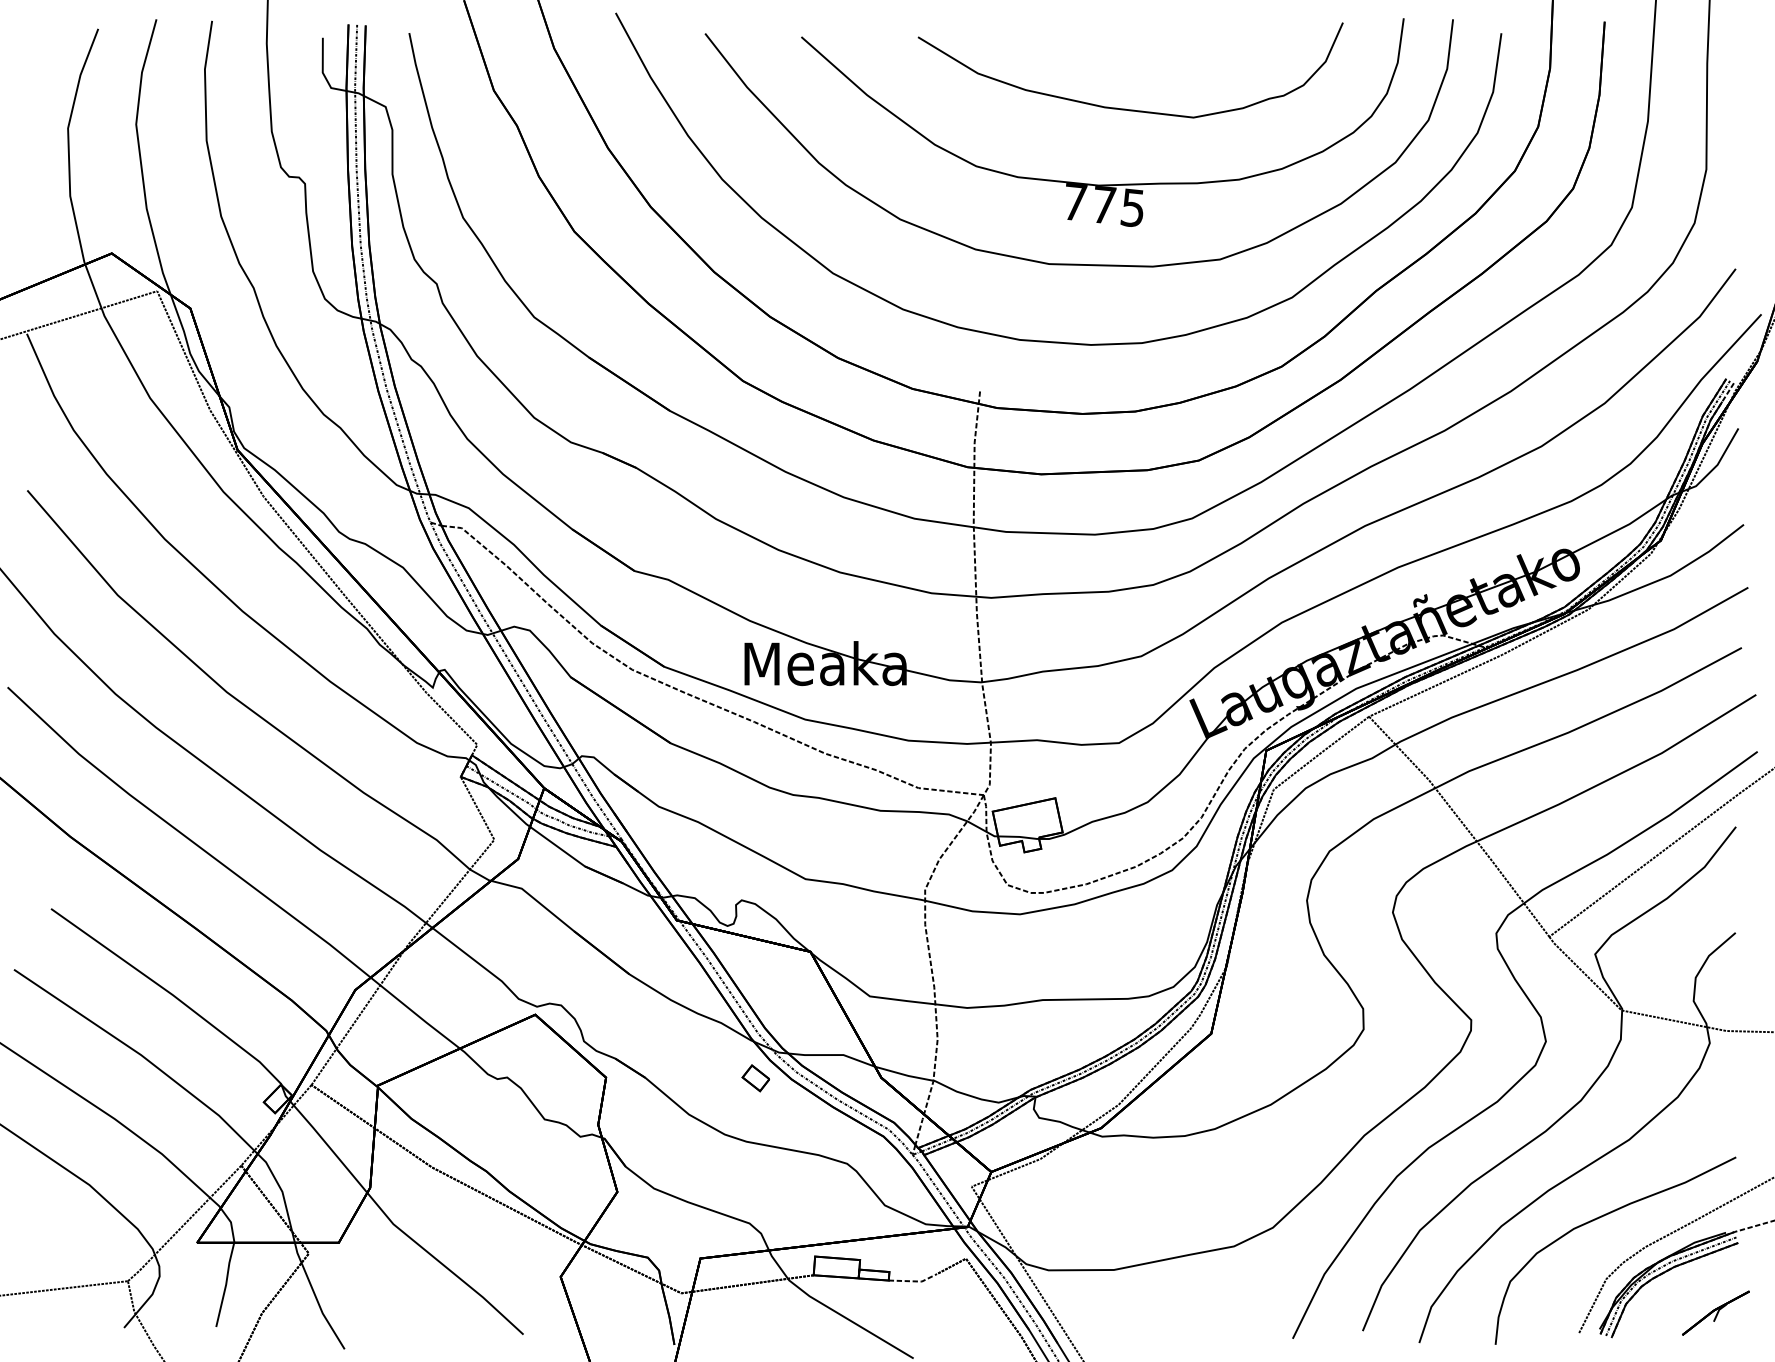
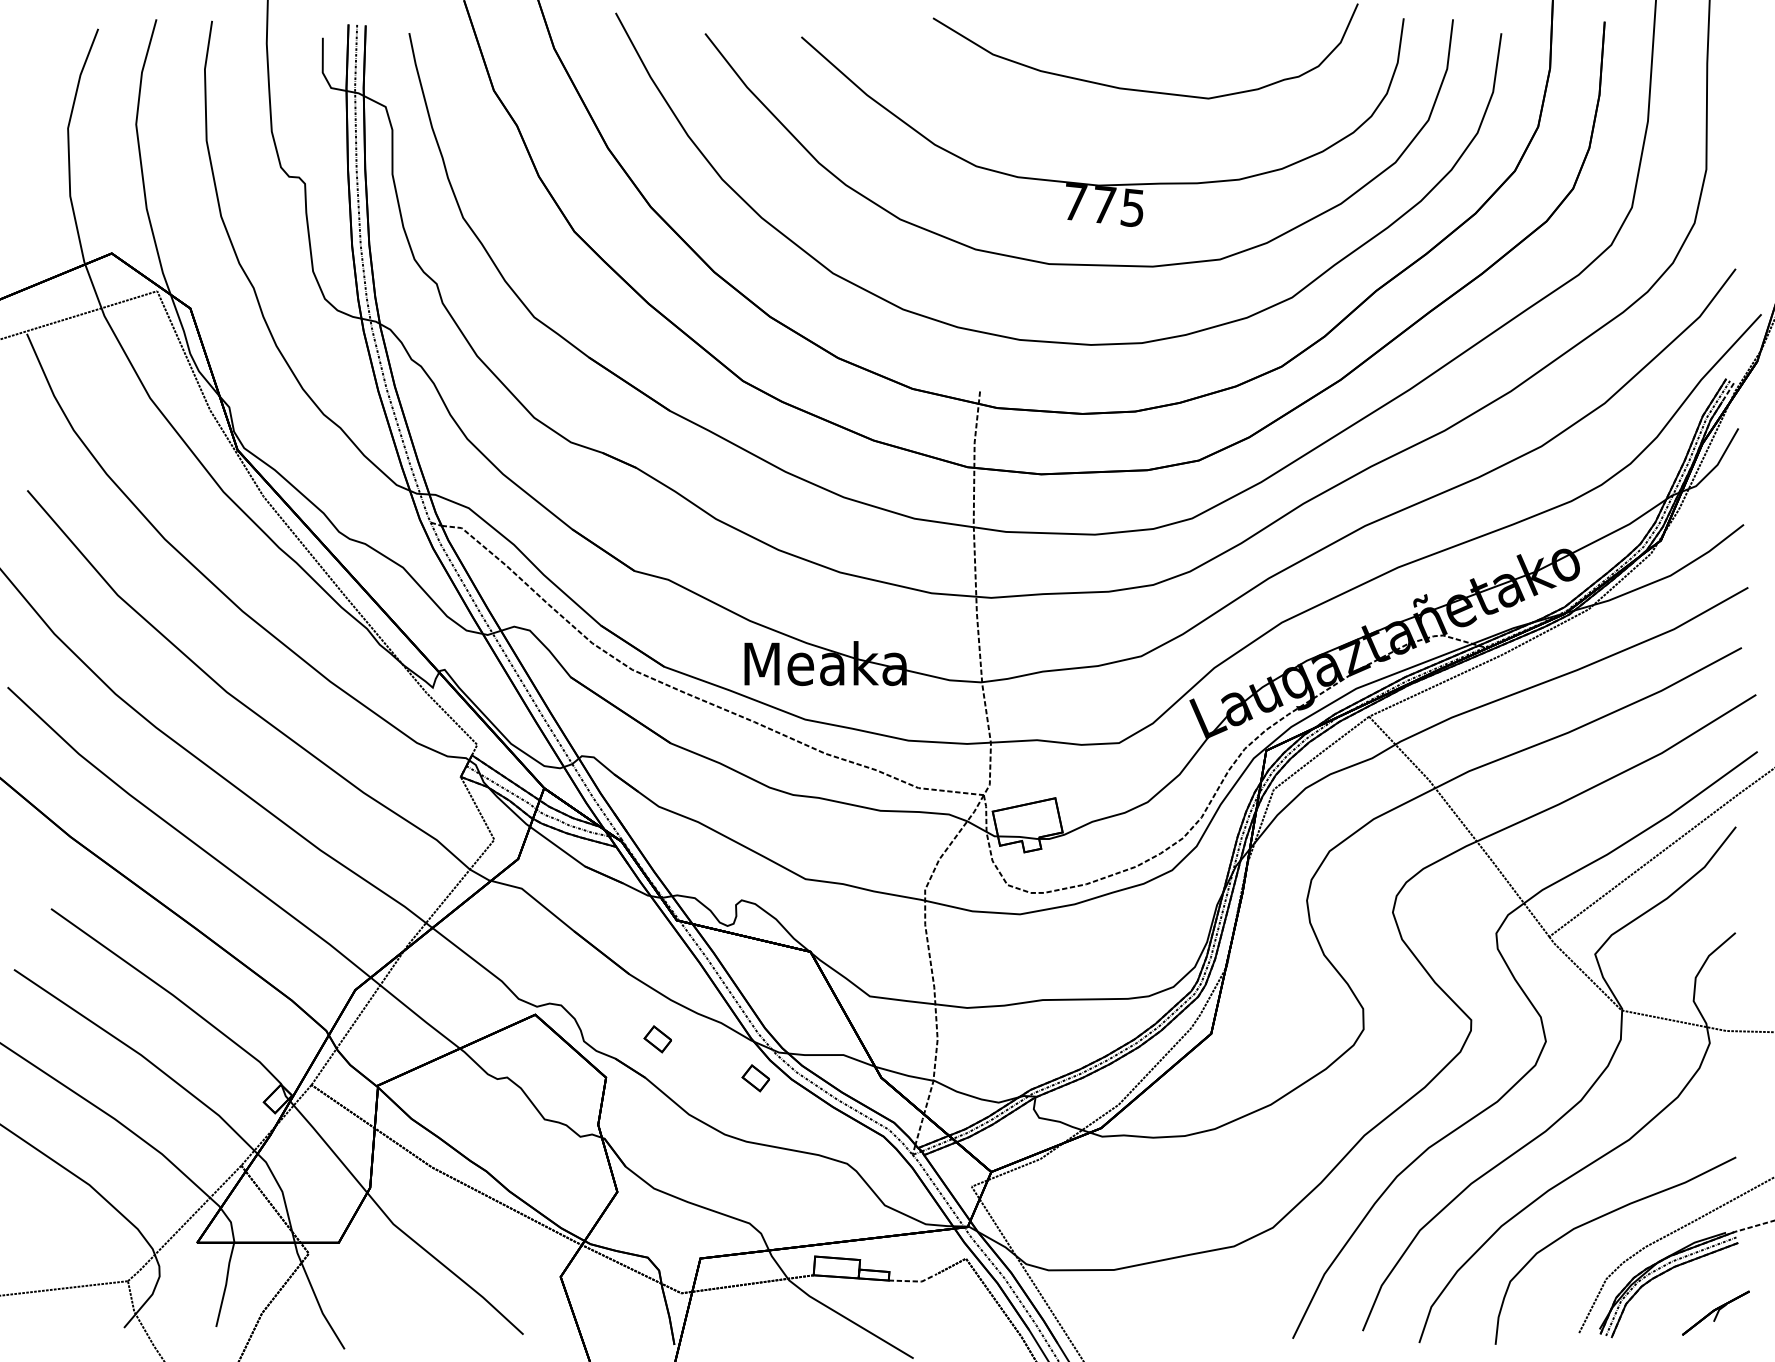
curve at (1125, 108) position: (1125, 108) -> (1140, 89)
part at (657, 1039): none -> present
